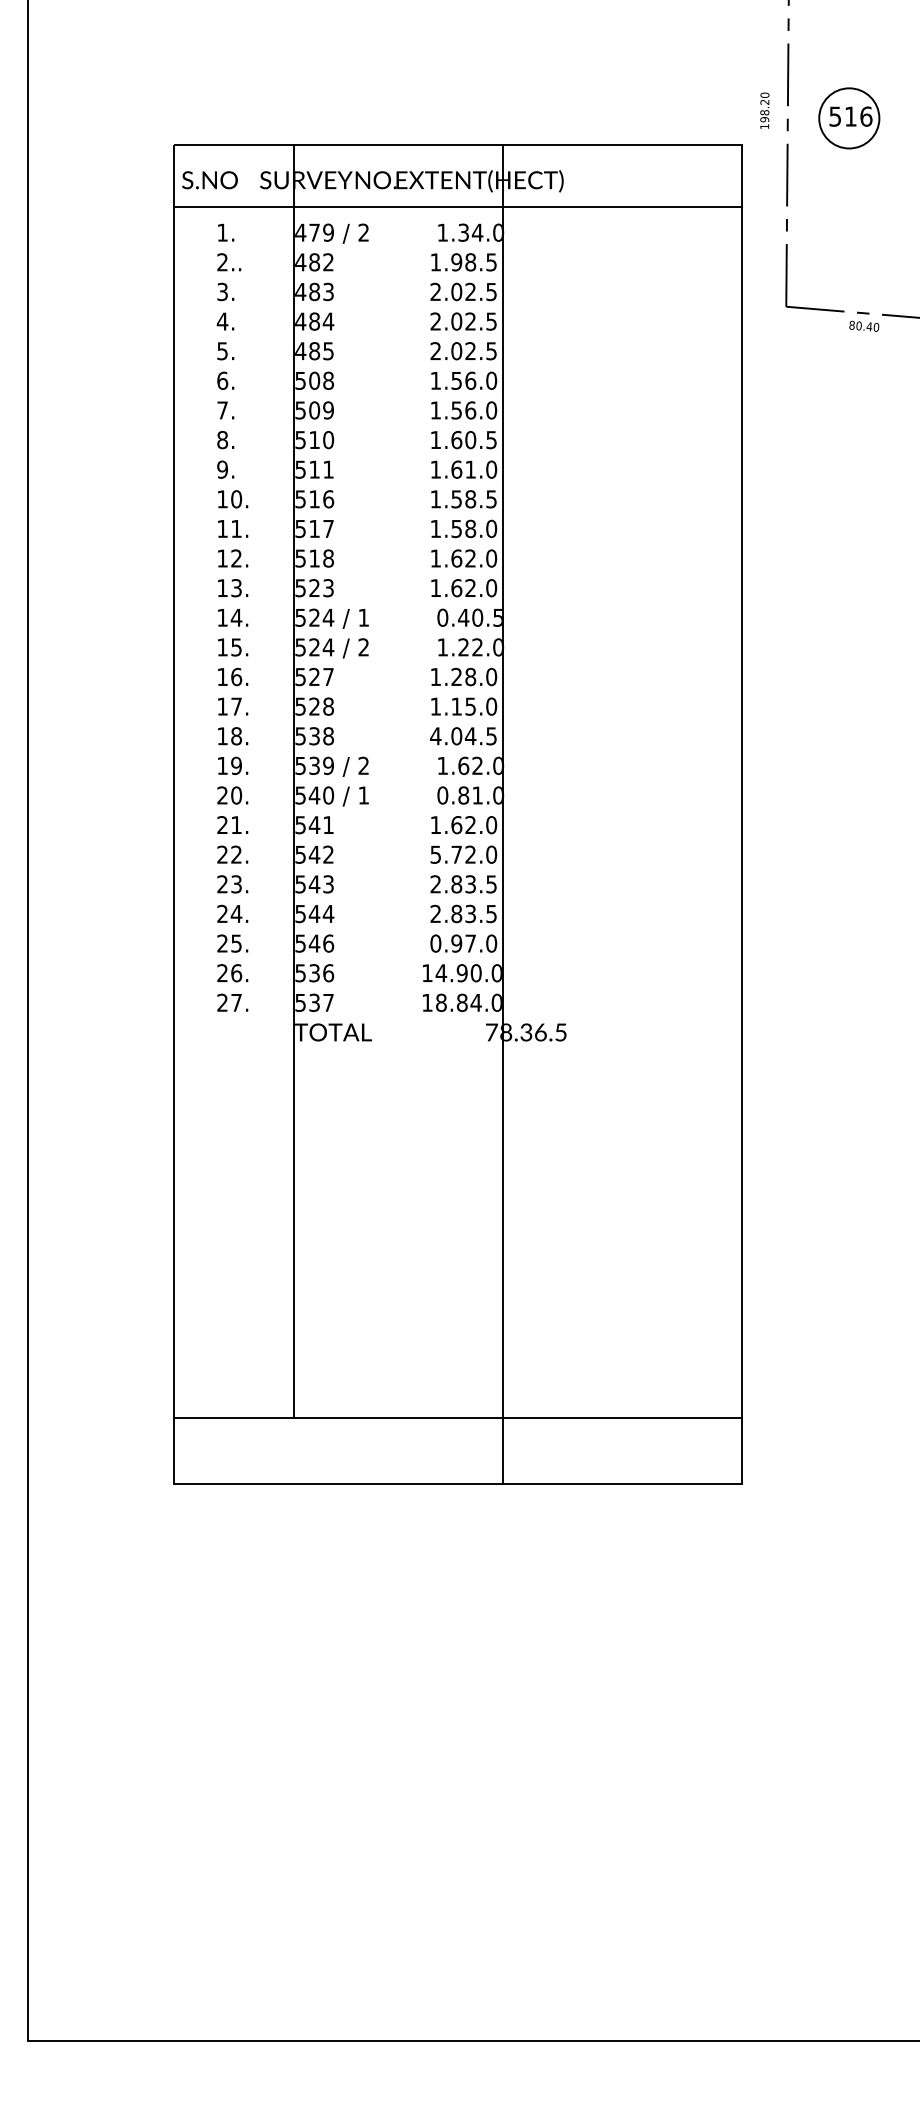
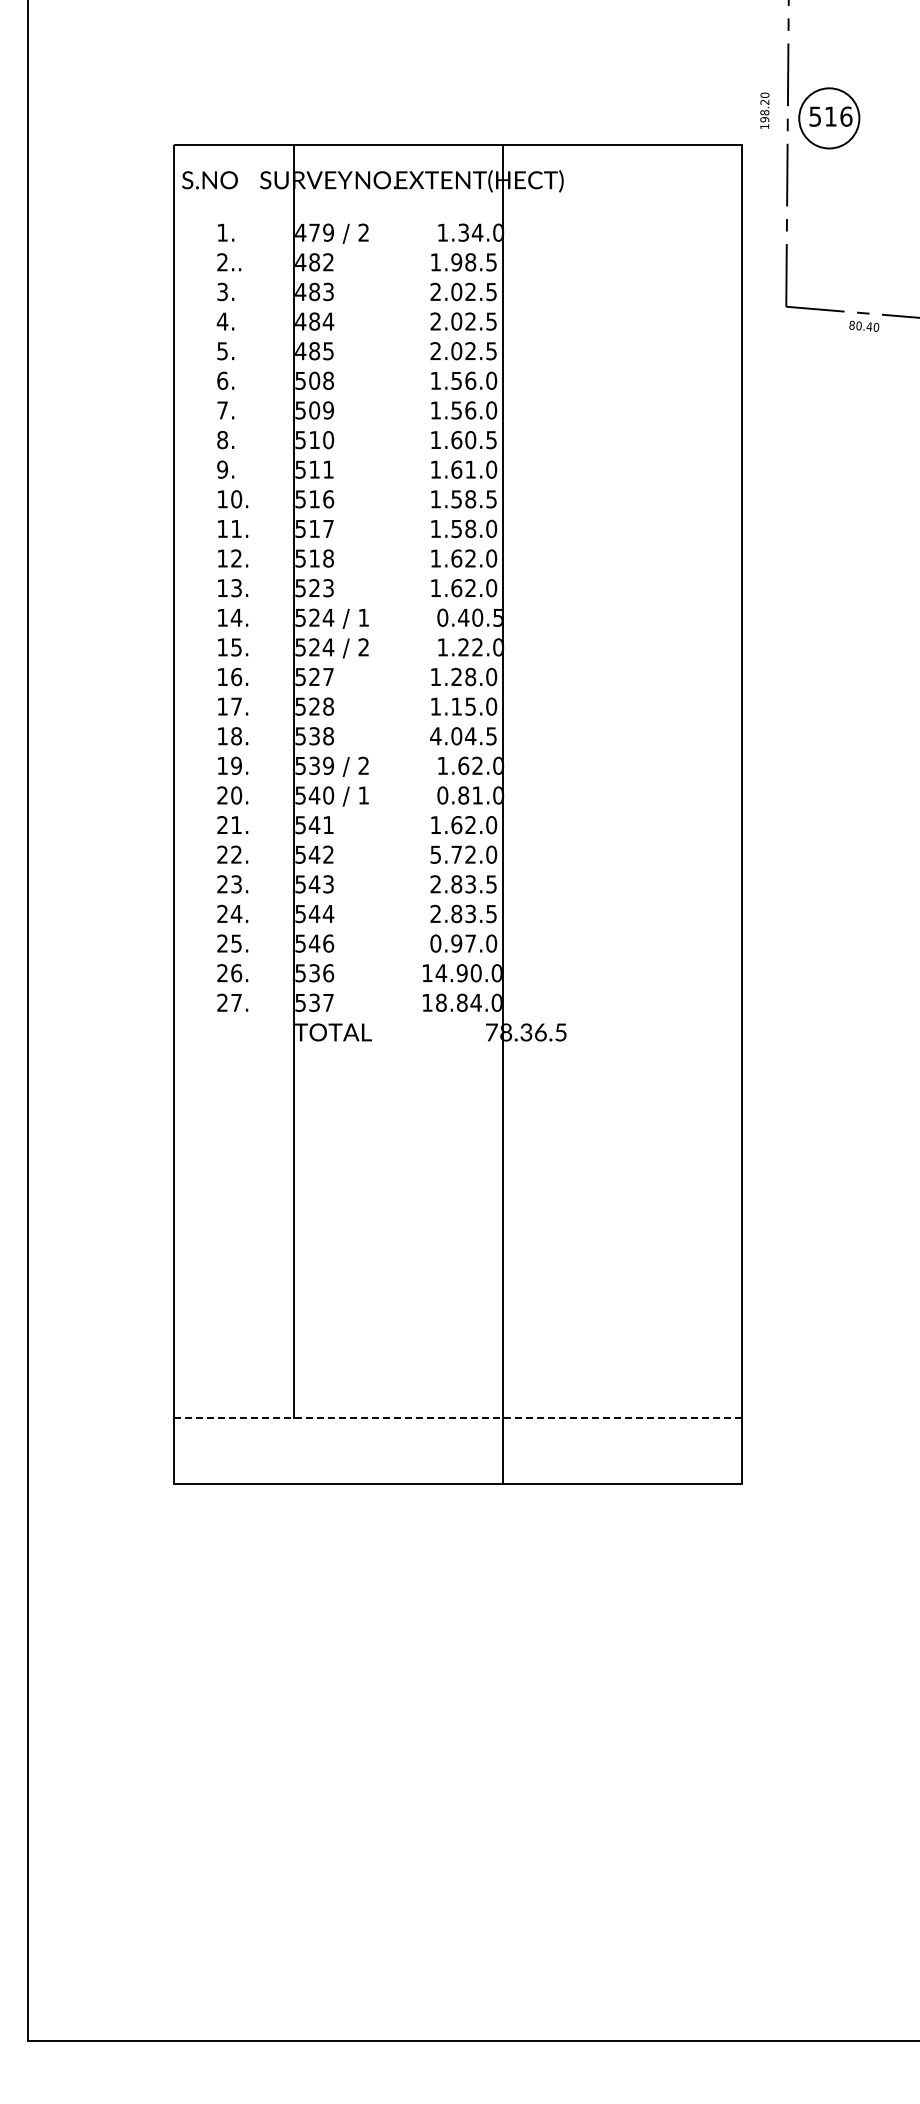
part at (849, 118) position: (849, 118) -> (829, 118)
line at (457, 207): present -> none
line at (458, 1418): solid -> dashed
